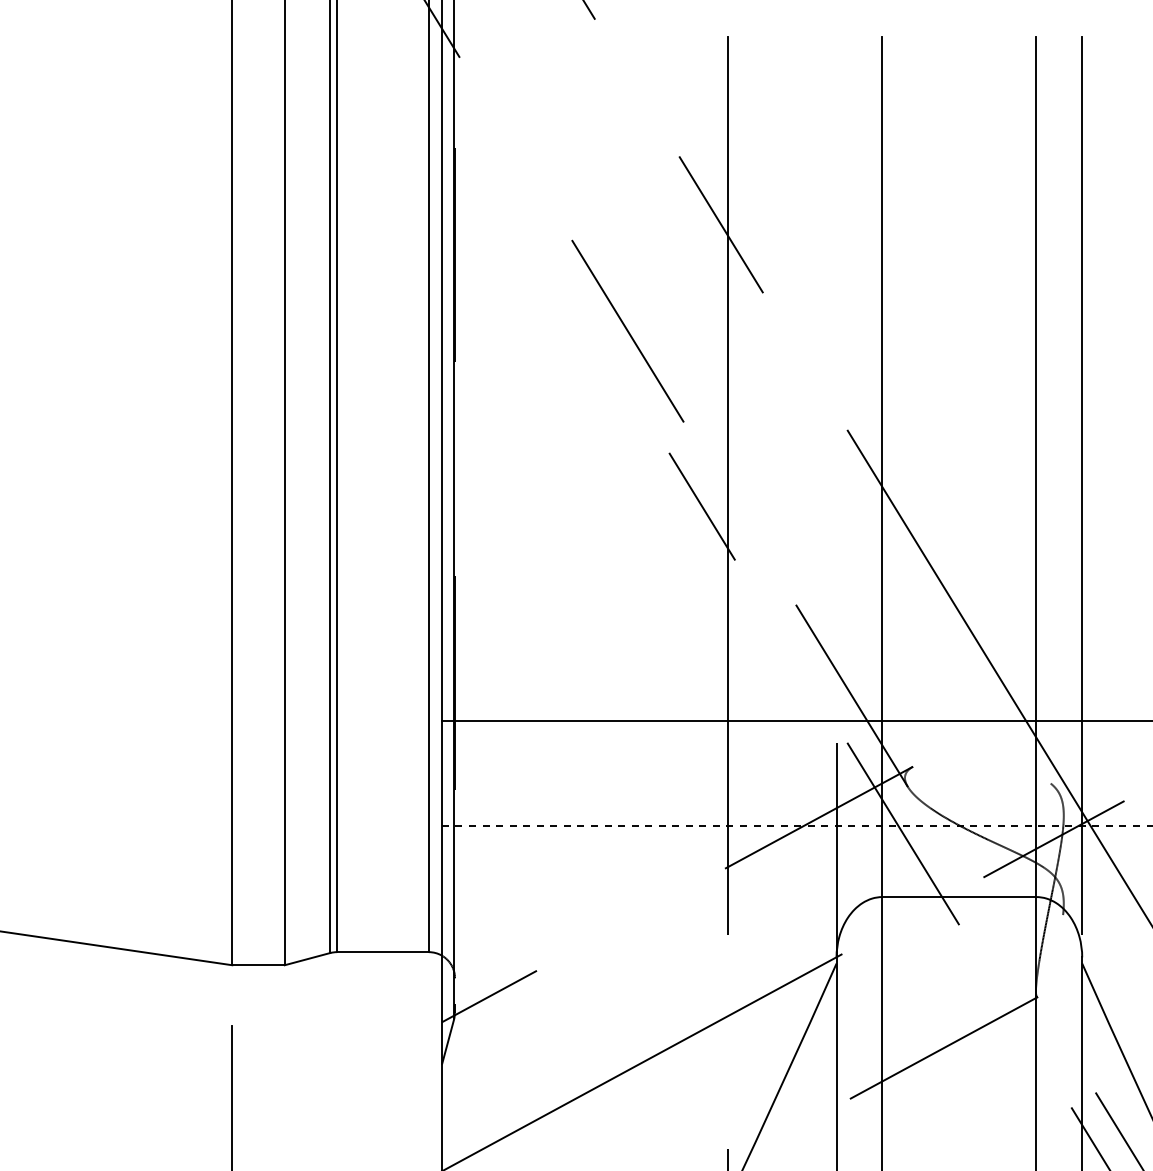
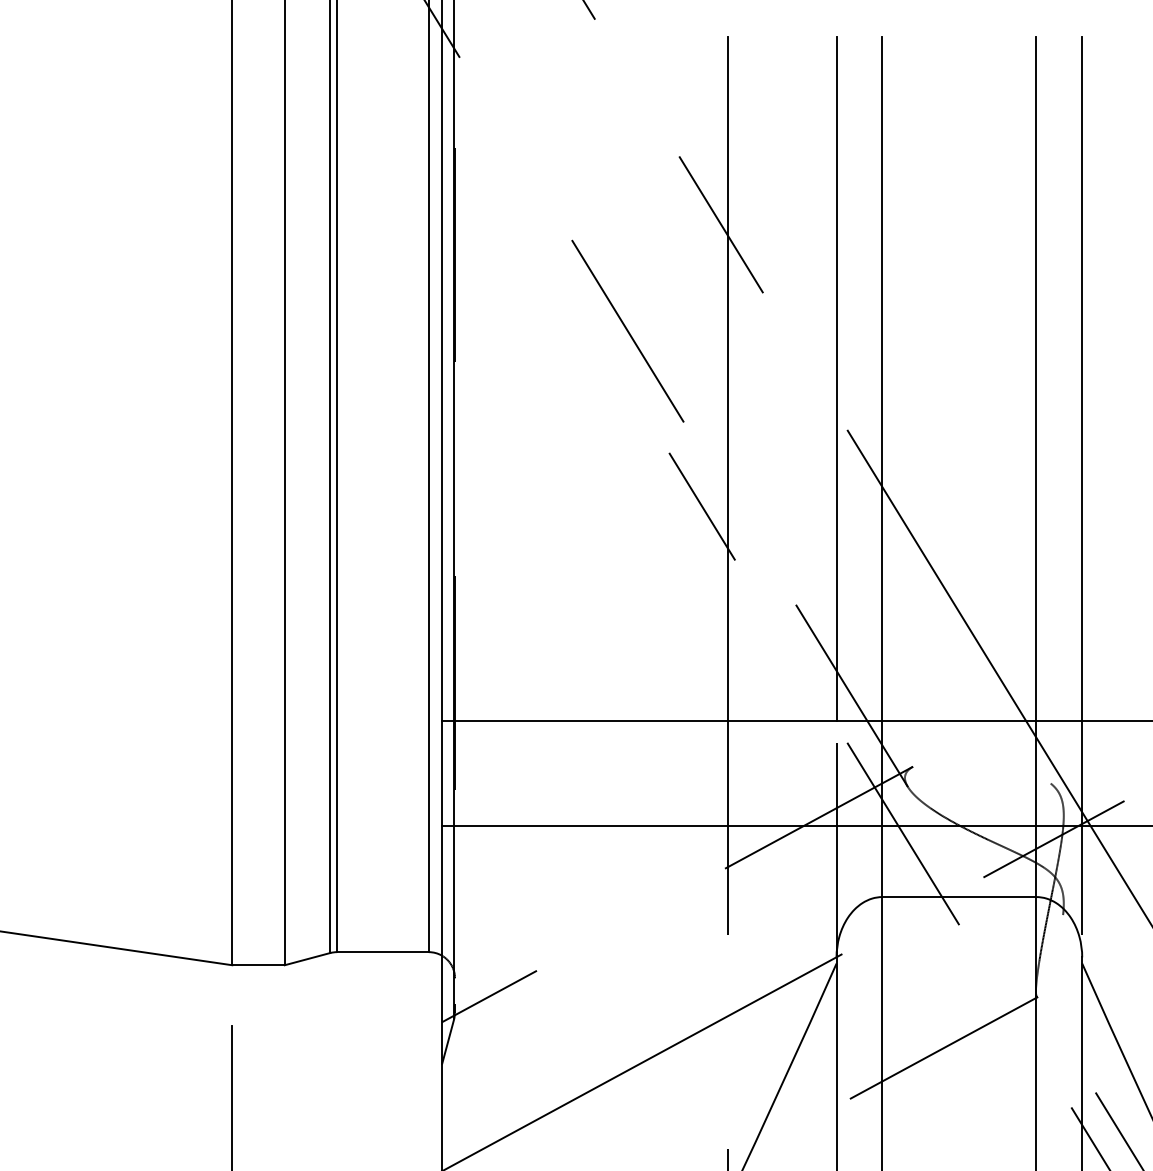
line at (836, 378): none -> present
line at (797, 826): dashed -> solid
